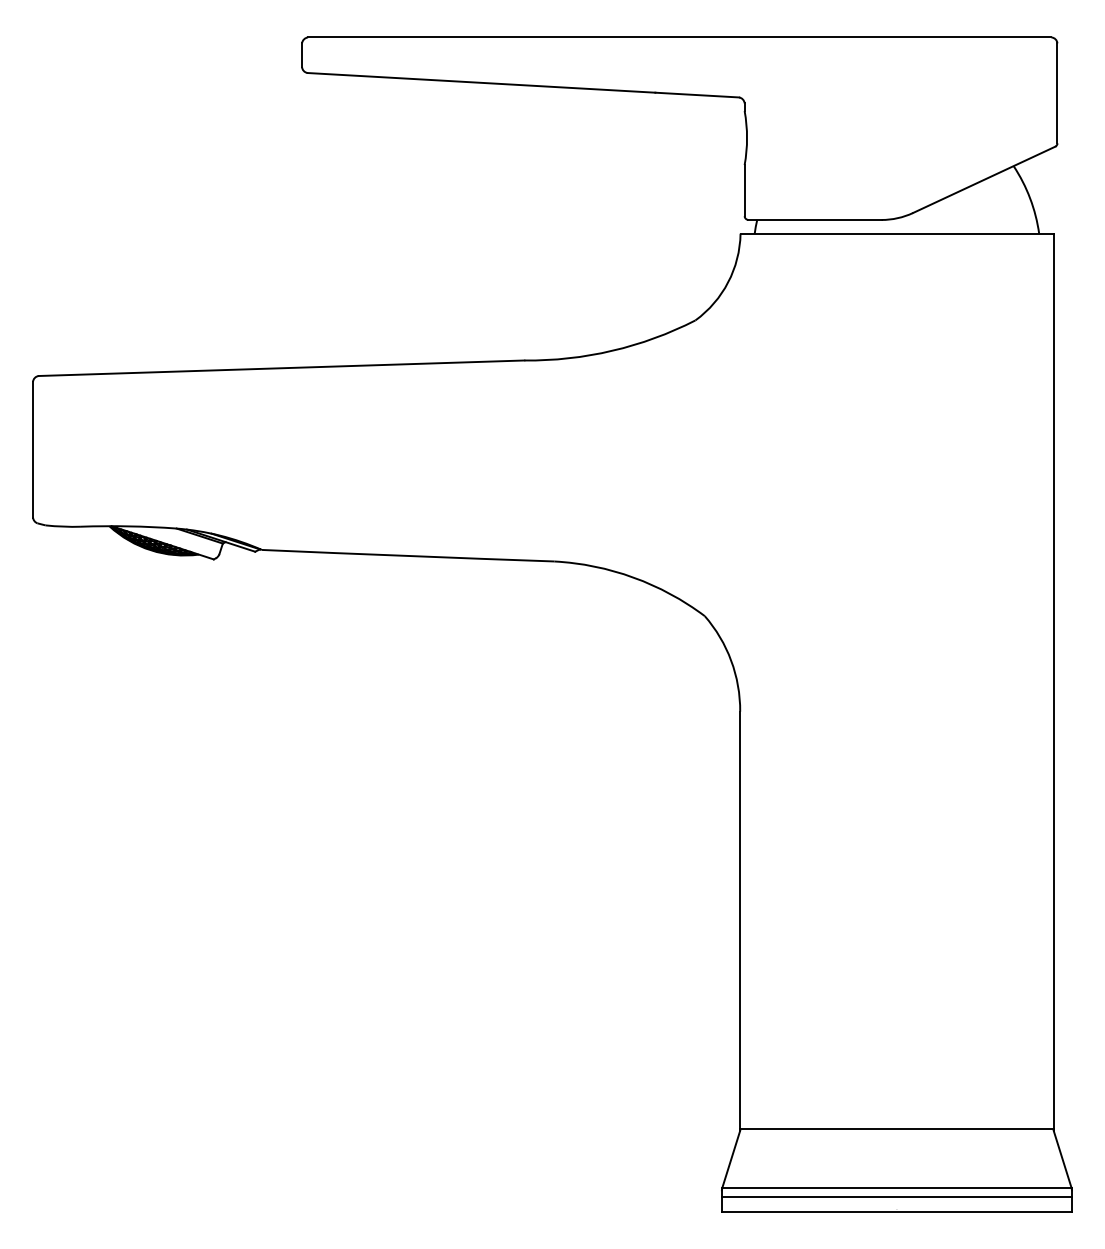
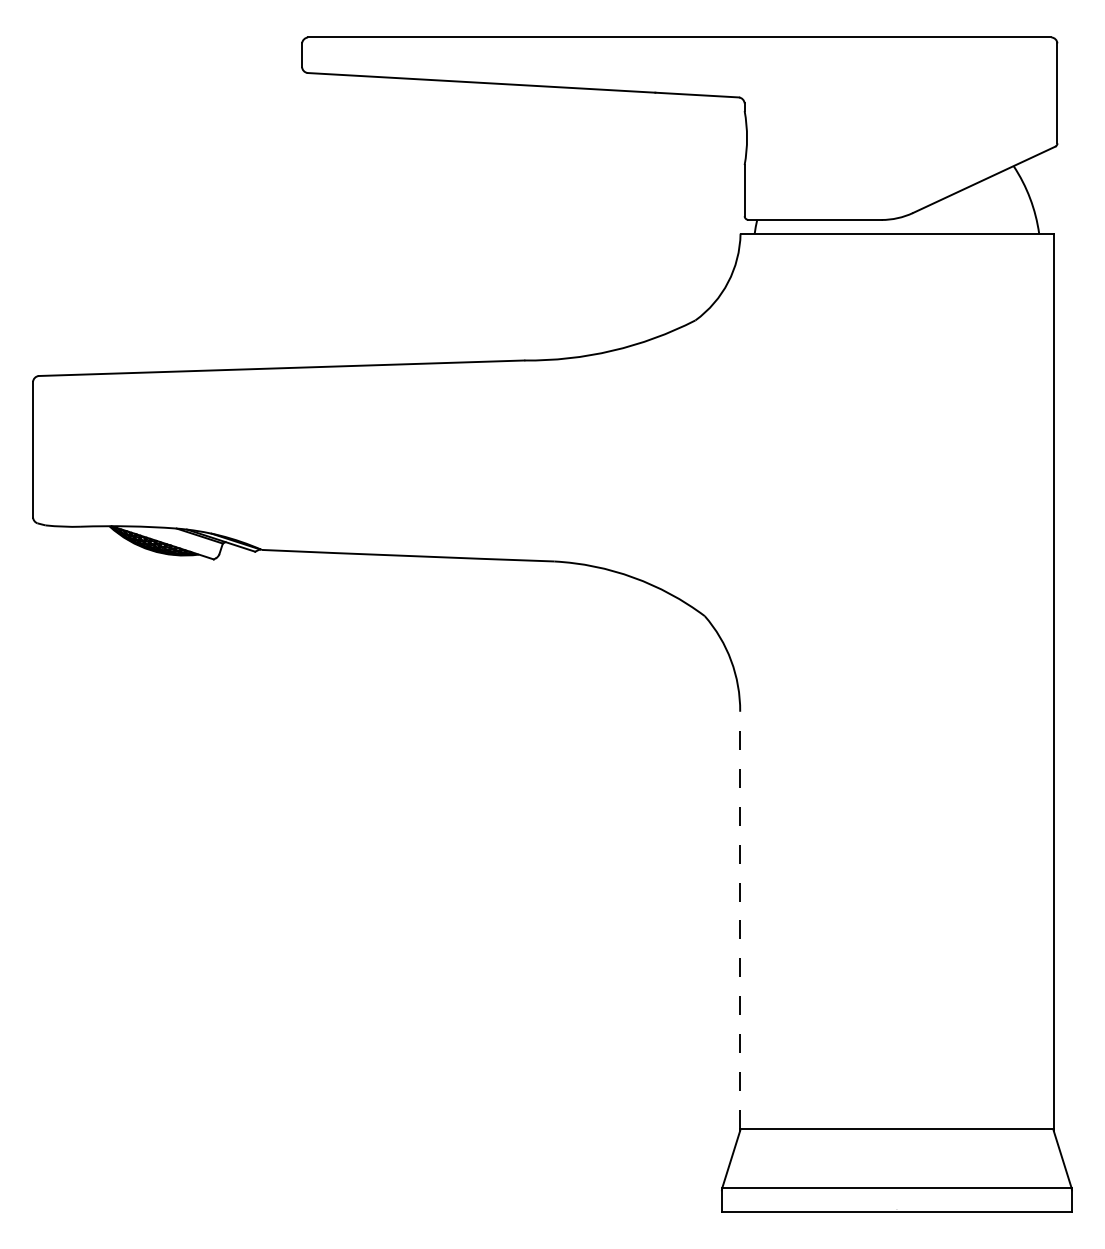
line at (740, 919): solid -> dashed
line at (896, 1196): present -> none
